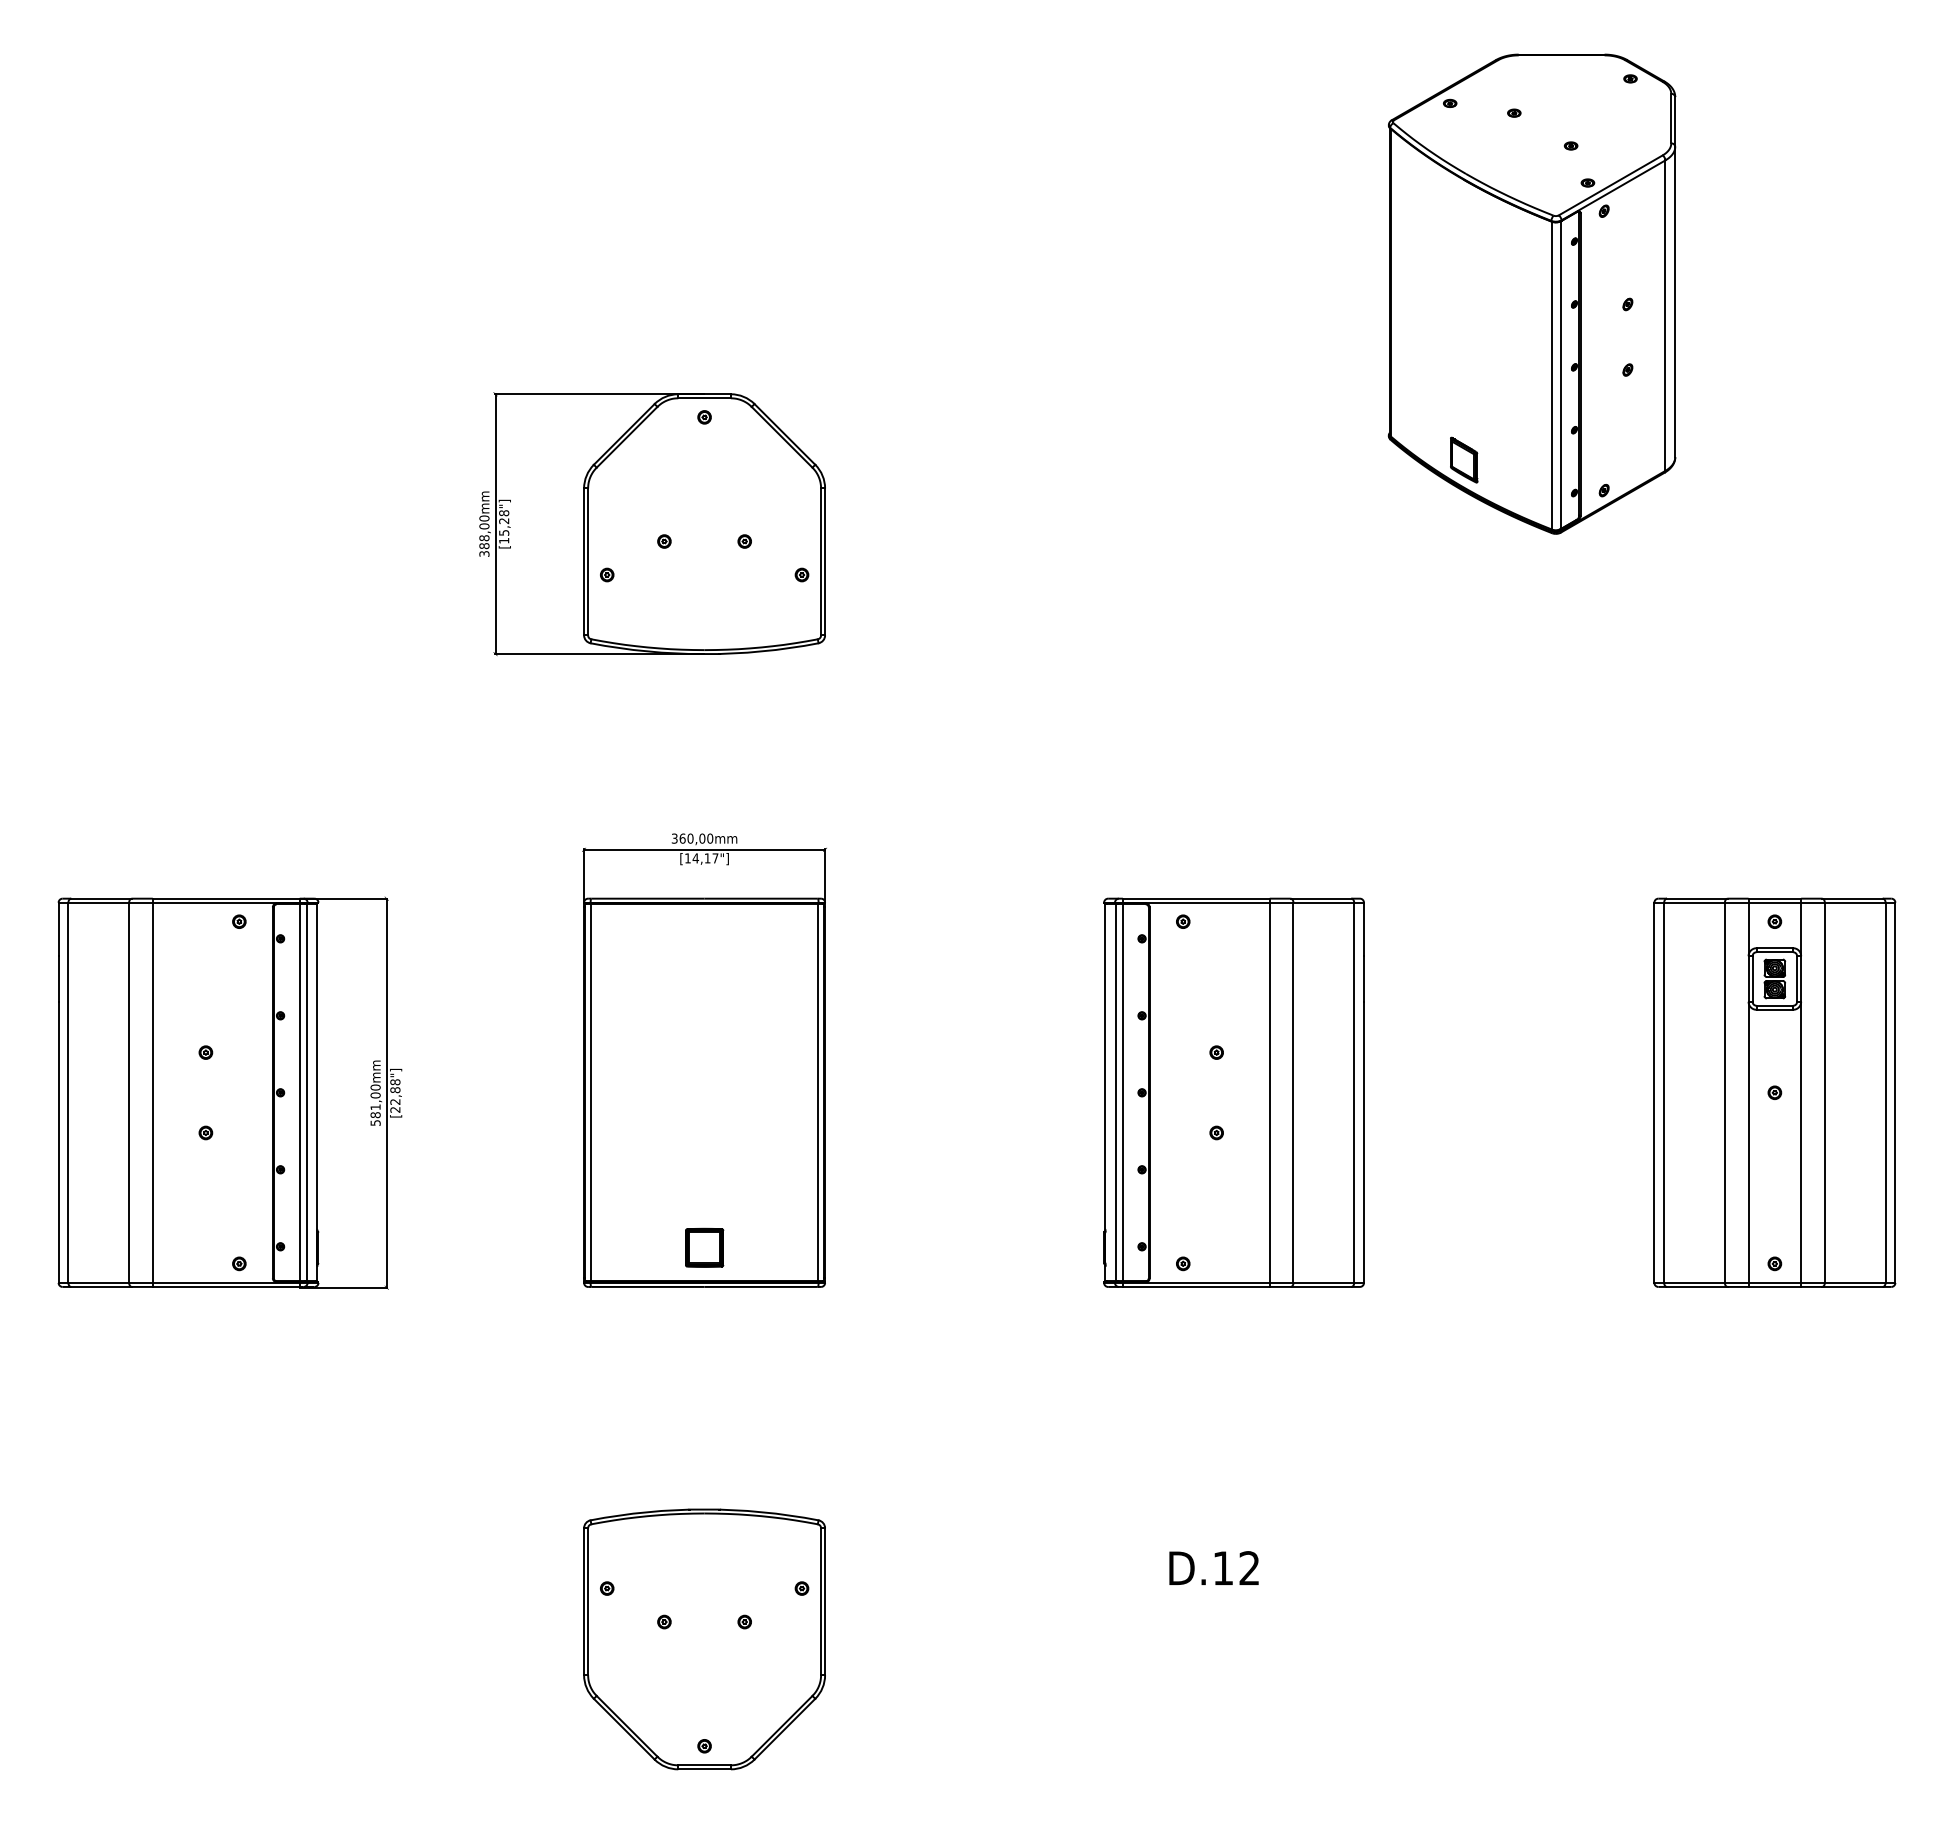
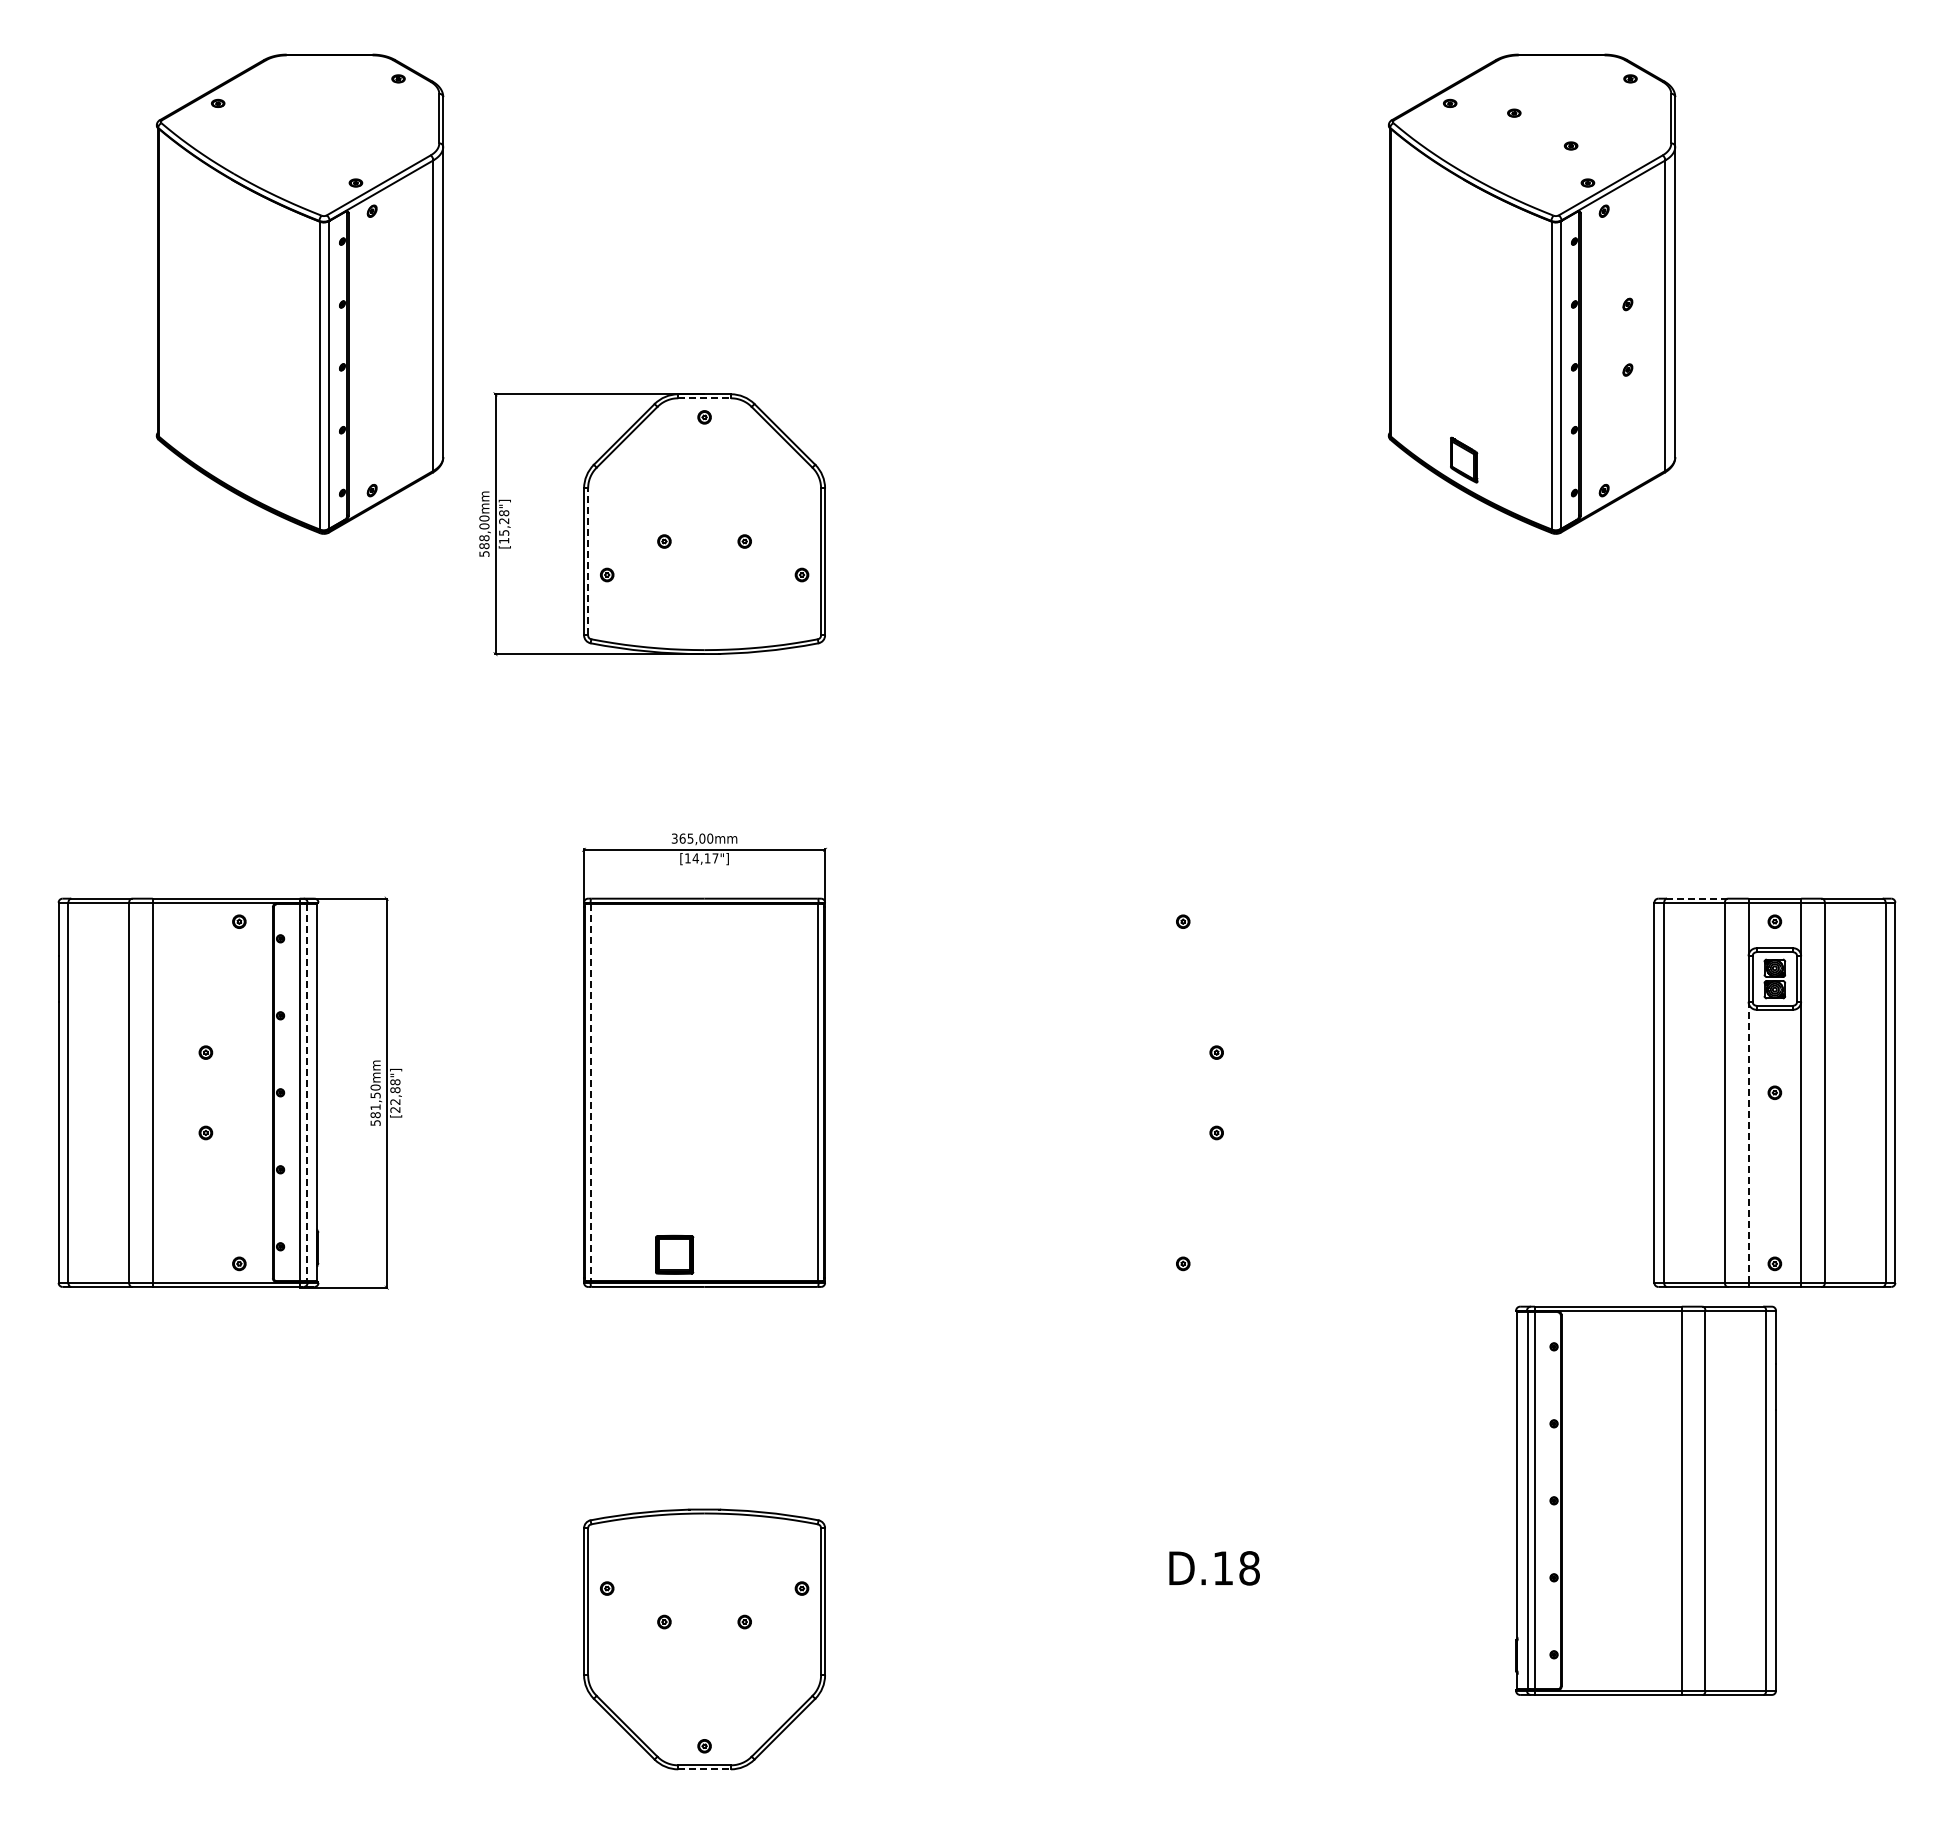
part at (299, 293): none -> present
line at (705, 398): solid -> dashed
text at (483, 553): 388,00mm -> 588,00mm
line at (588, 561): solid -> dashed
text at (690, 838): 360,00mm -> 365,00mm
line at (1696, 898): solid -> dashed
part at (1233, 1092) position: (1233, 1092) -> (1645, 1500)
line at (306, 1093): solid -> dashed
line at (590, 1093): solid -> dashed
text at (375, 1095): 581,00mm -> 581,50mm
line at (1748, 1142): solid -> dashed
part at (704, 1247) position: (704, 1247) -> (674, 1254)
text at (1249, 1568): D.12 -> D.18
line at (705, 1769): solid -> dashed
